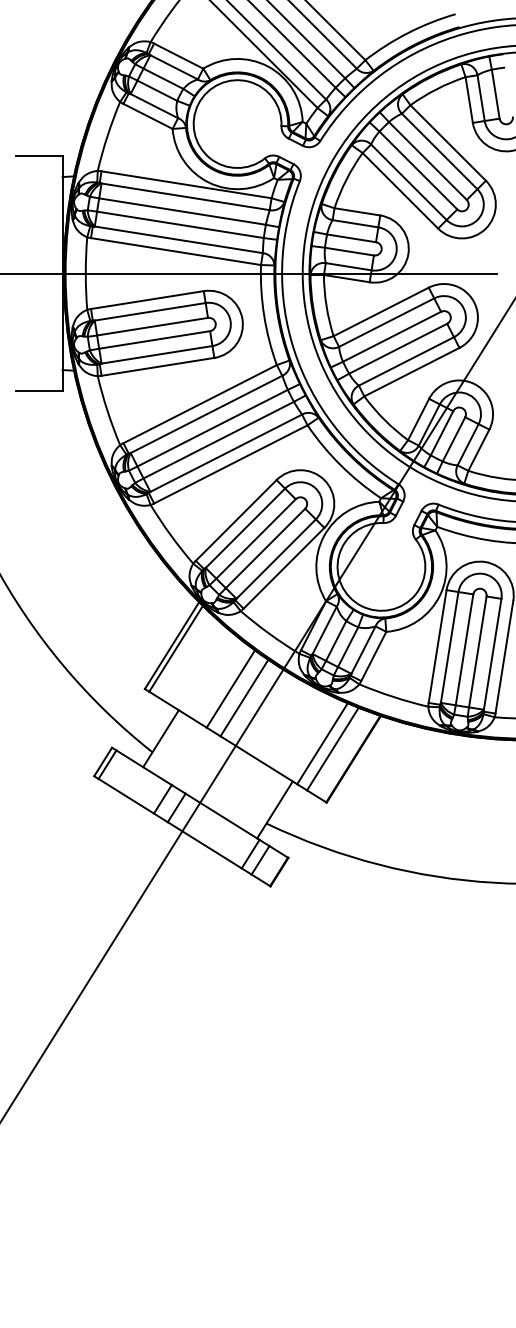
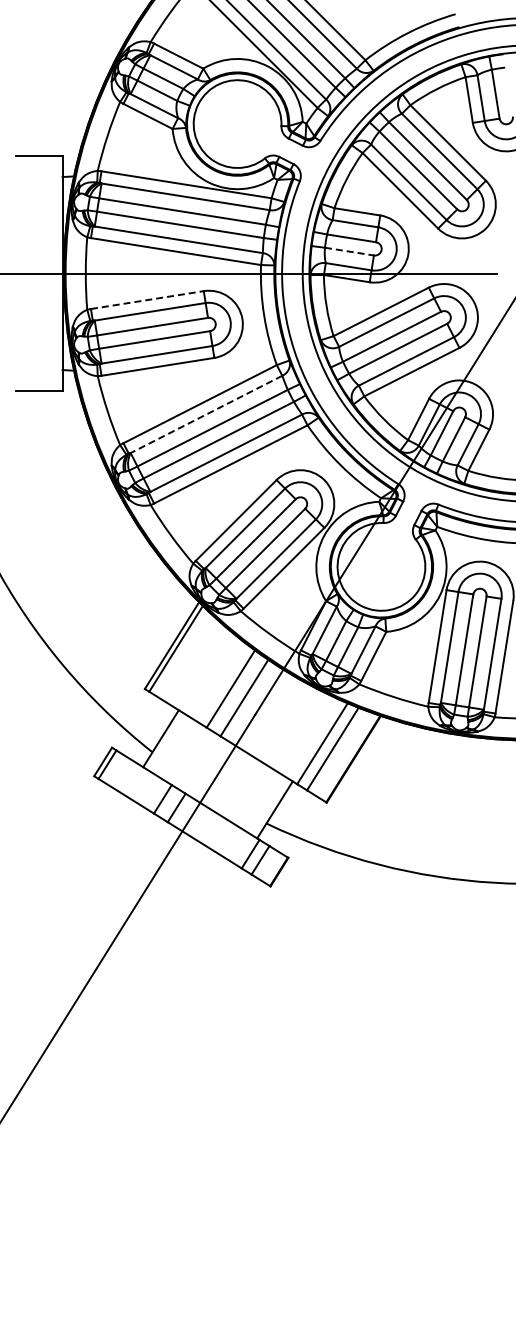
line at (349, 251): solid -> dashed
line at (147, 300): solid -> dashed
line at (206, 414): solid -> dashed
